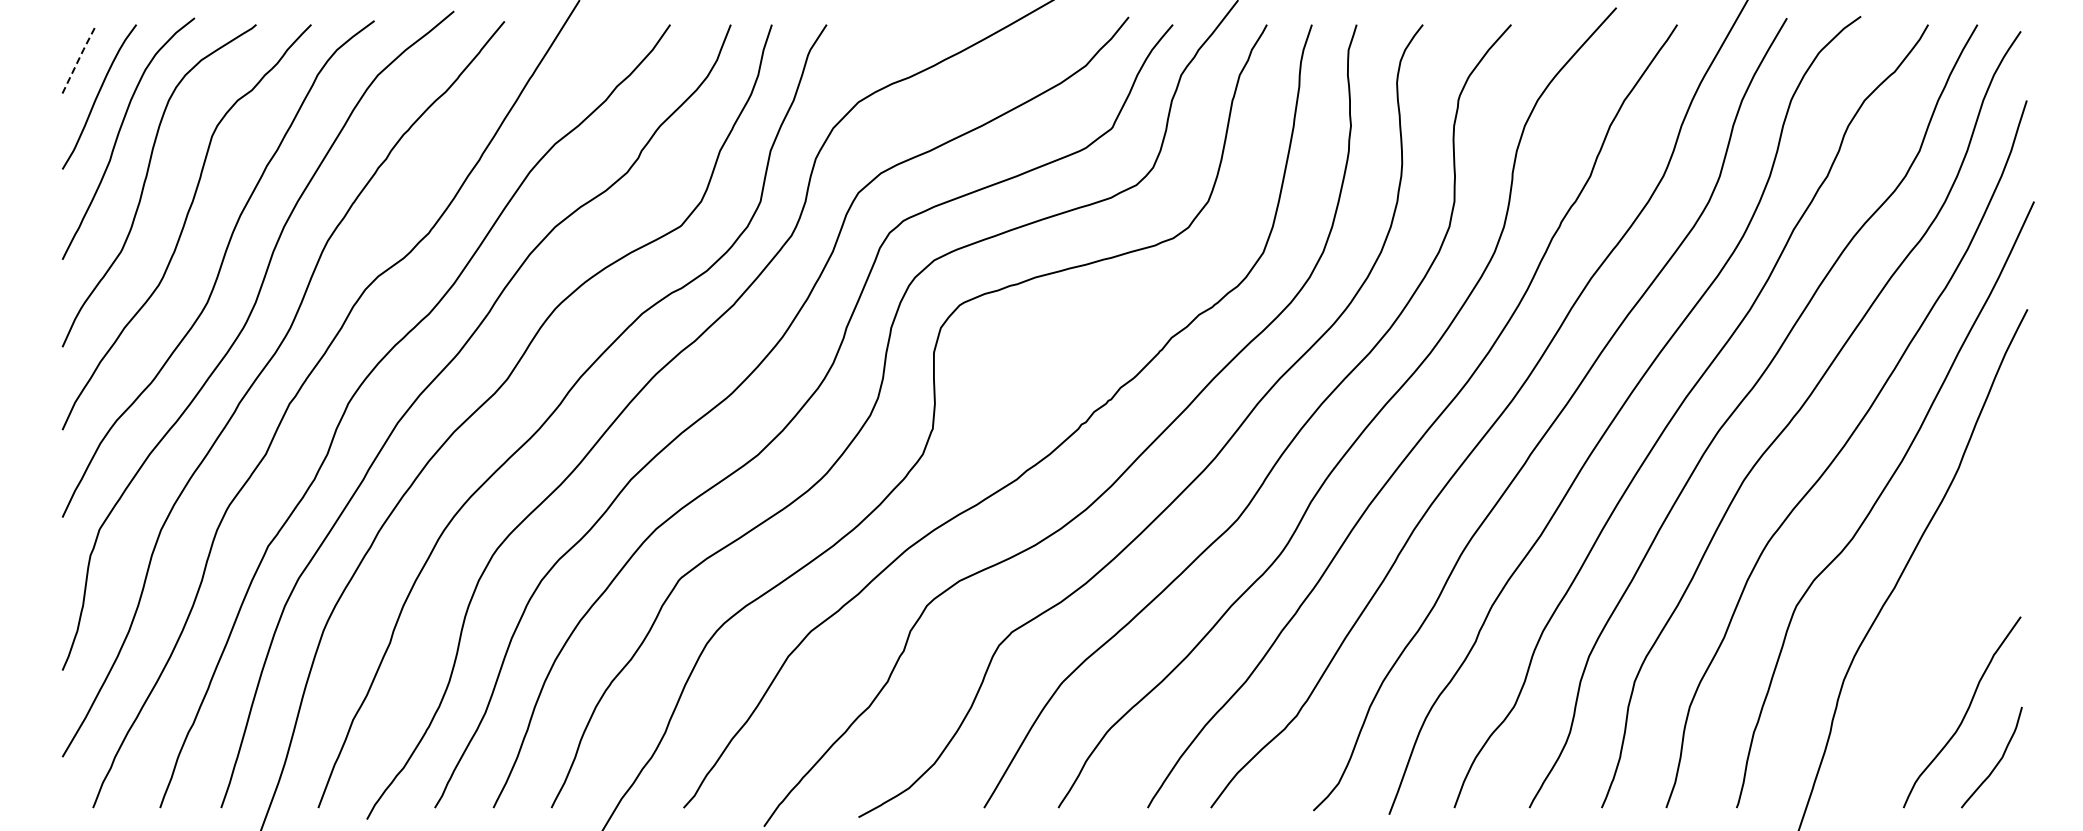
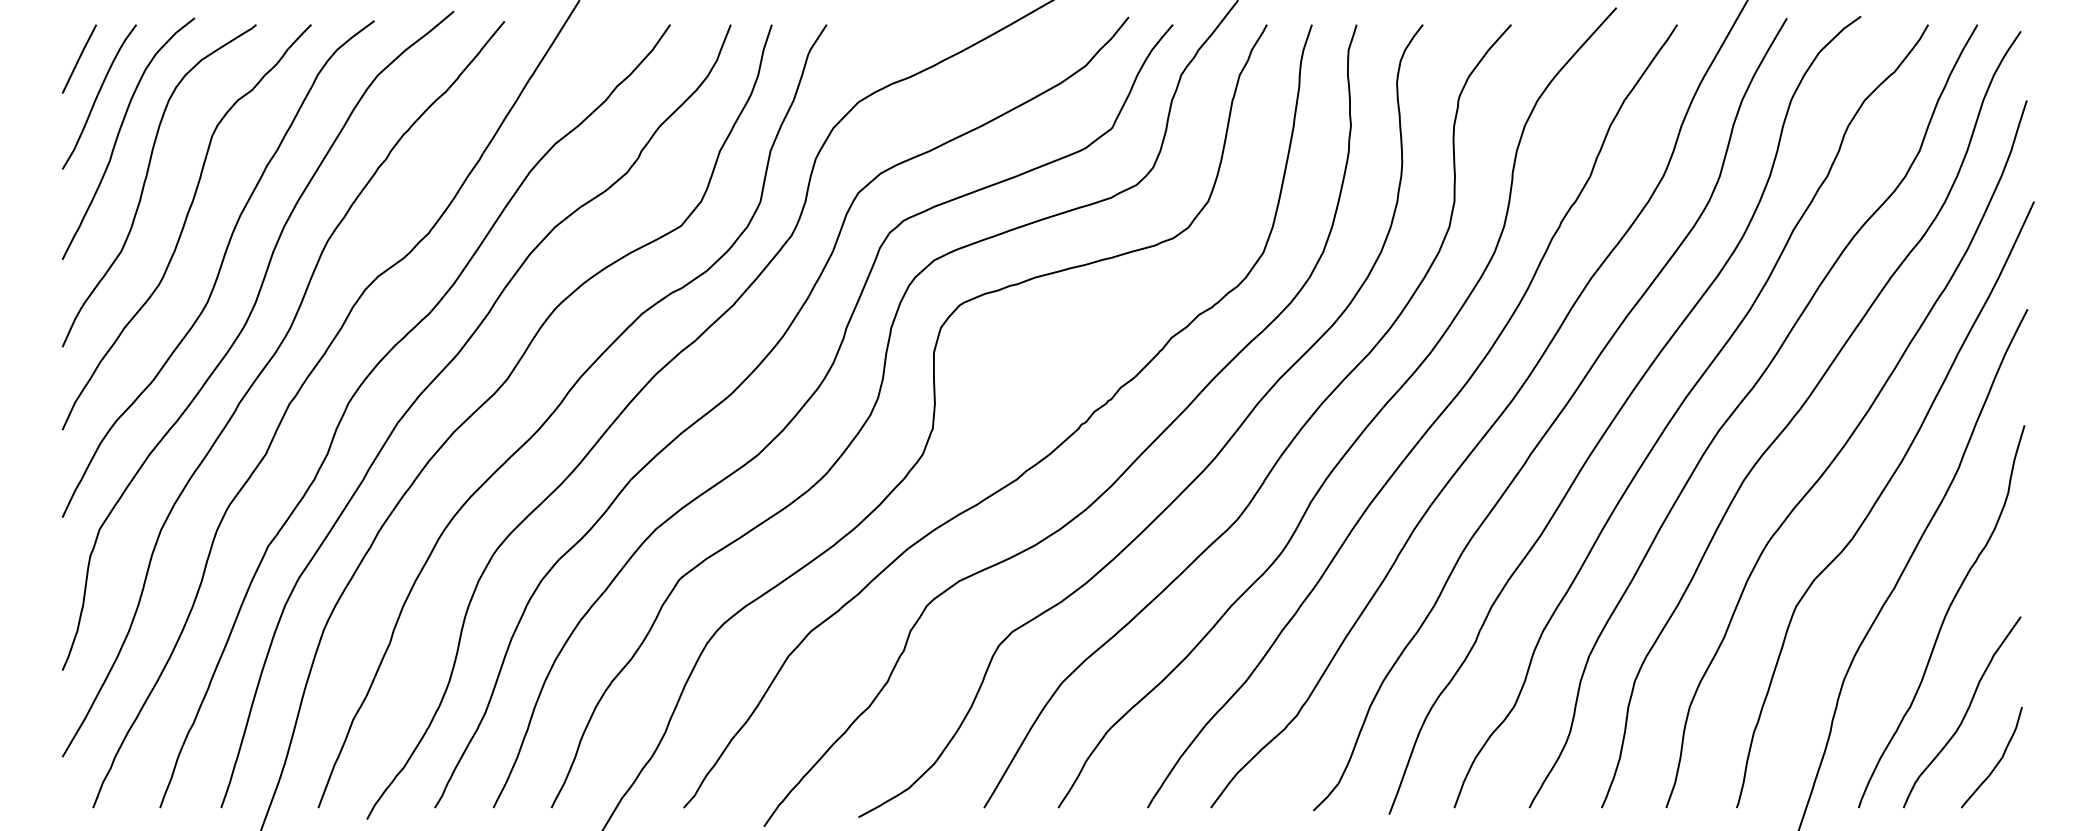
line at (79, 57): dashed -> solid
curve at (1943, 618): none -> present
